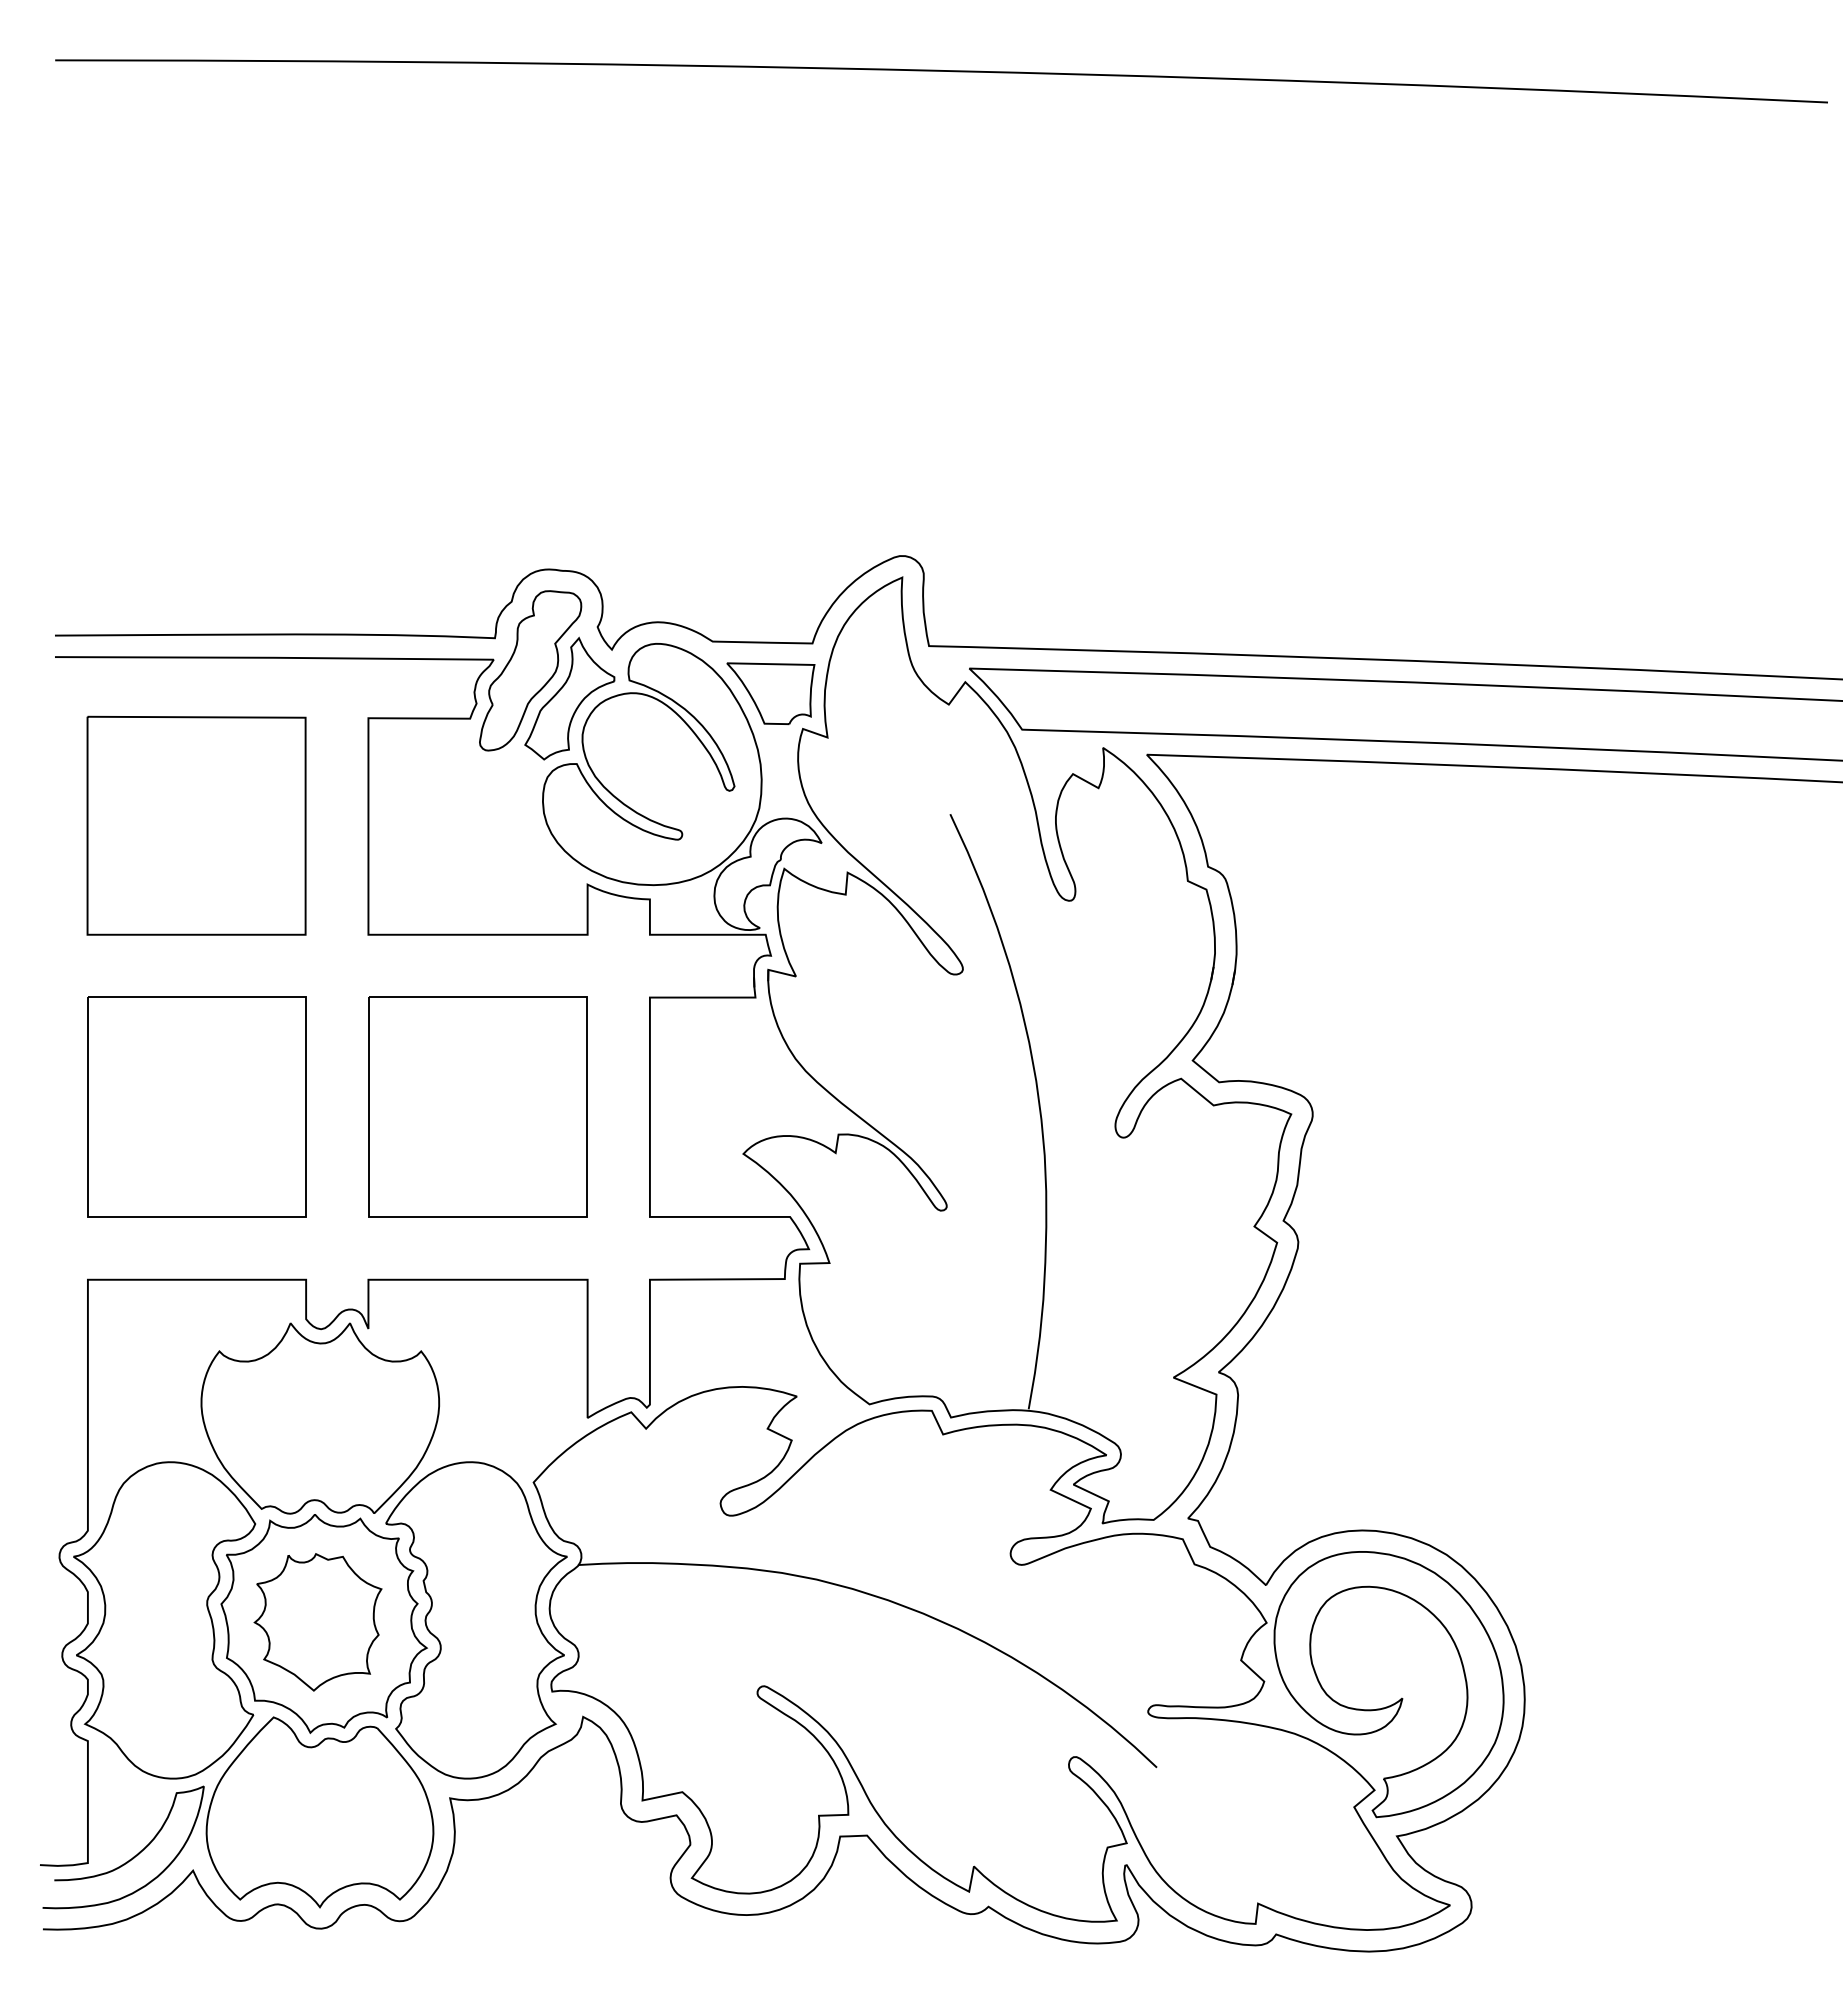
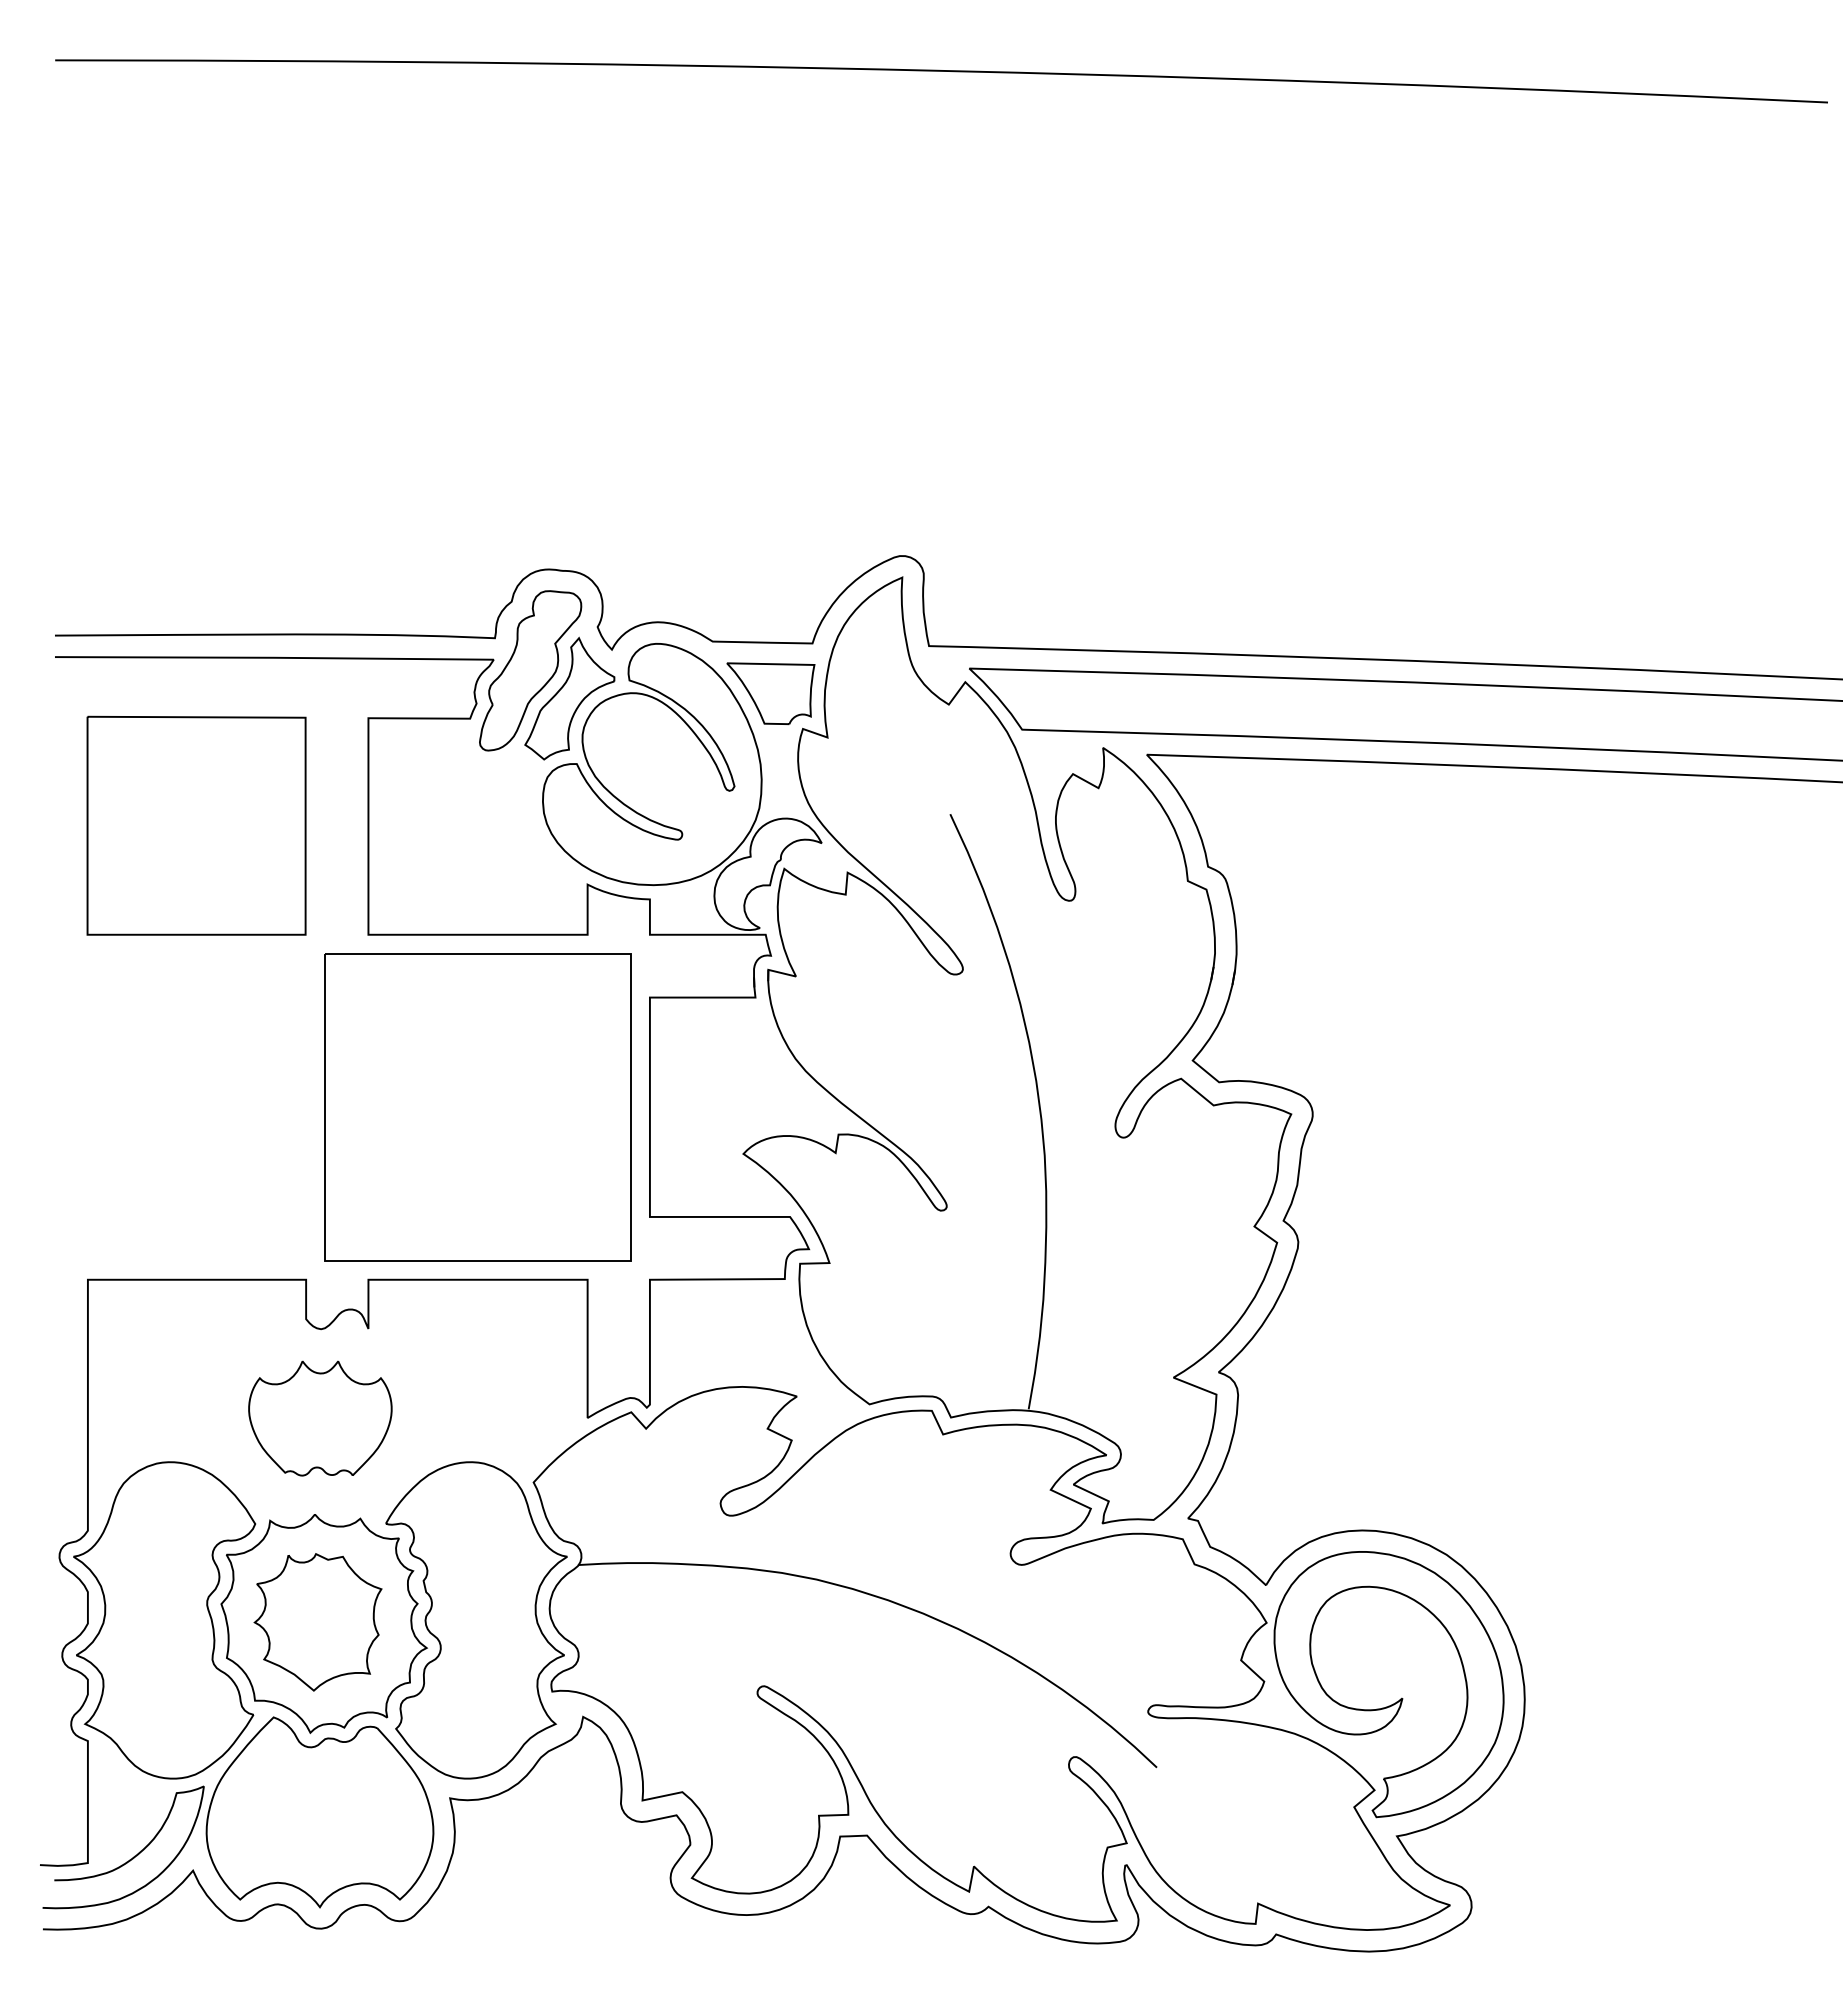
part at (196, 1106): present -> none
part at (477, 1106) size: 220x222 px -> 308x309 px
part at (320, 1418) size: 241x193 px -> 145x117 px
